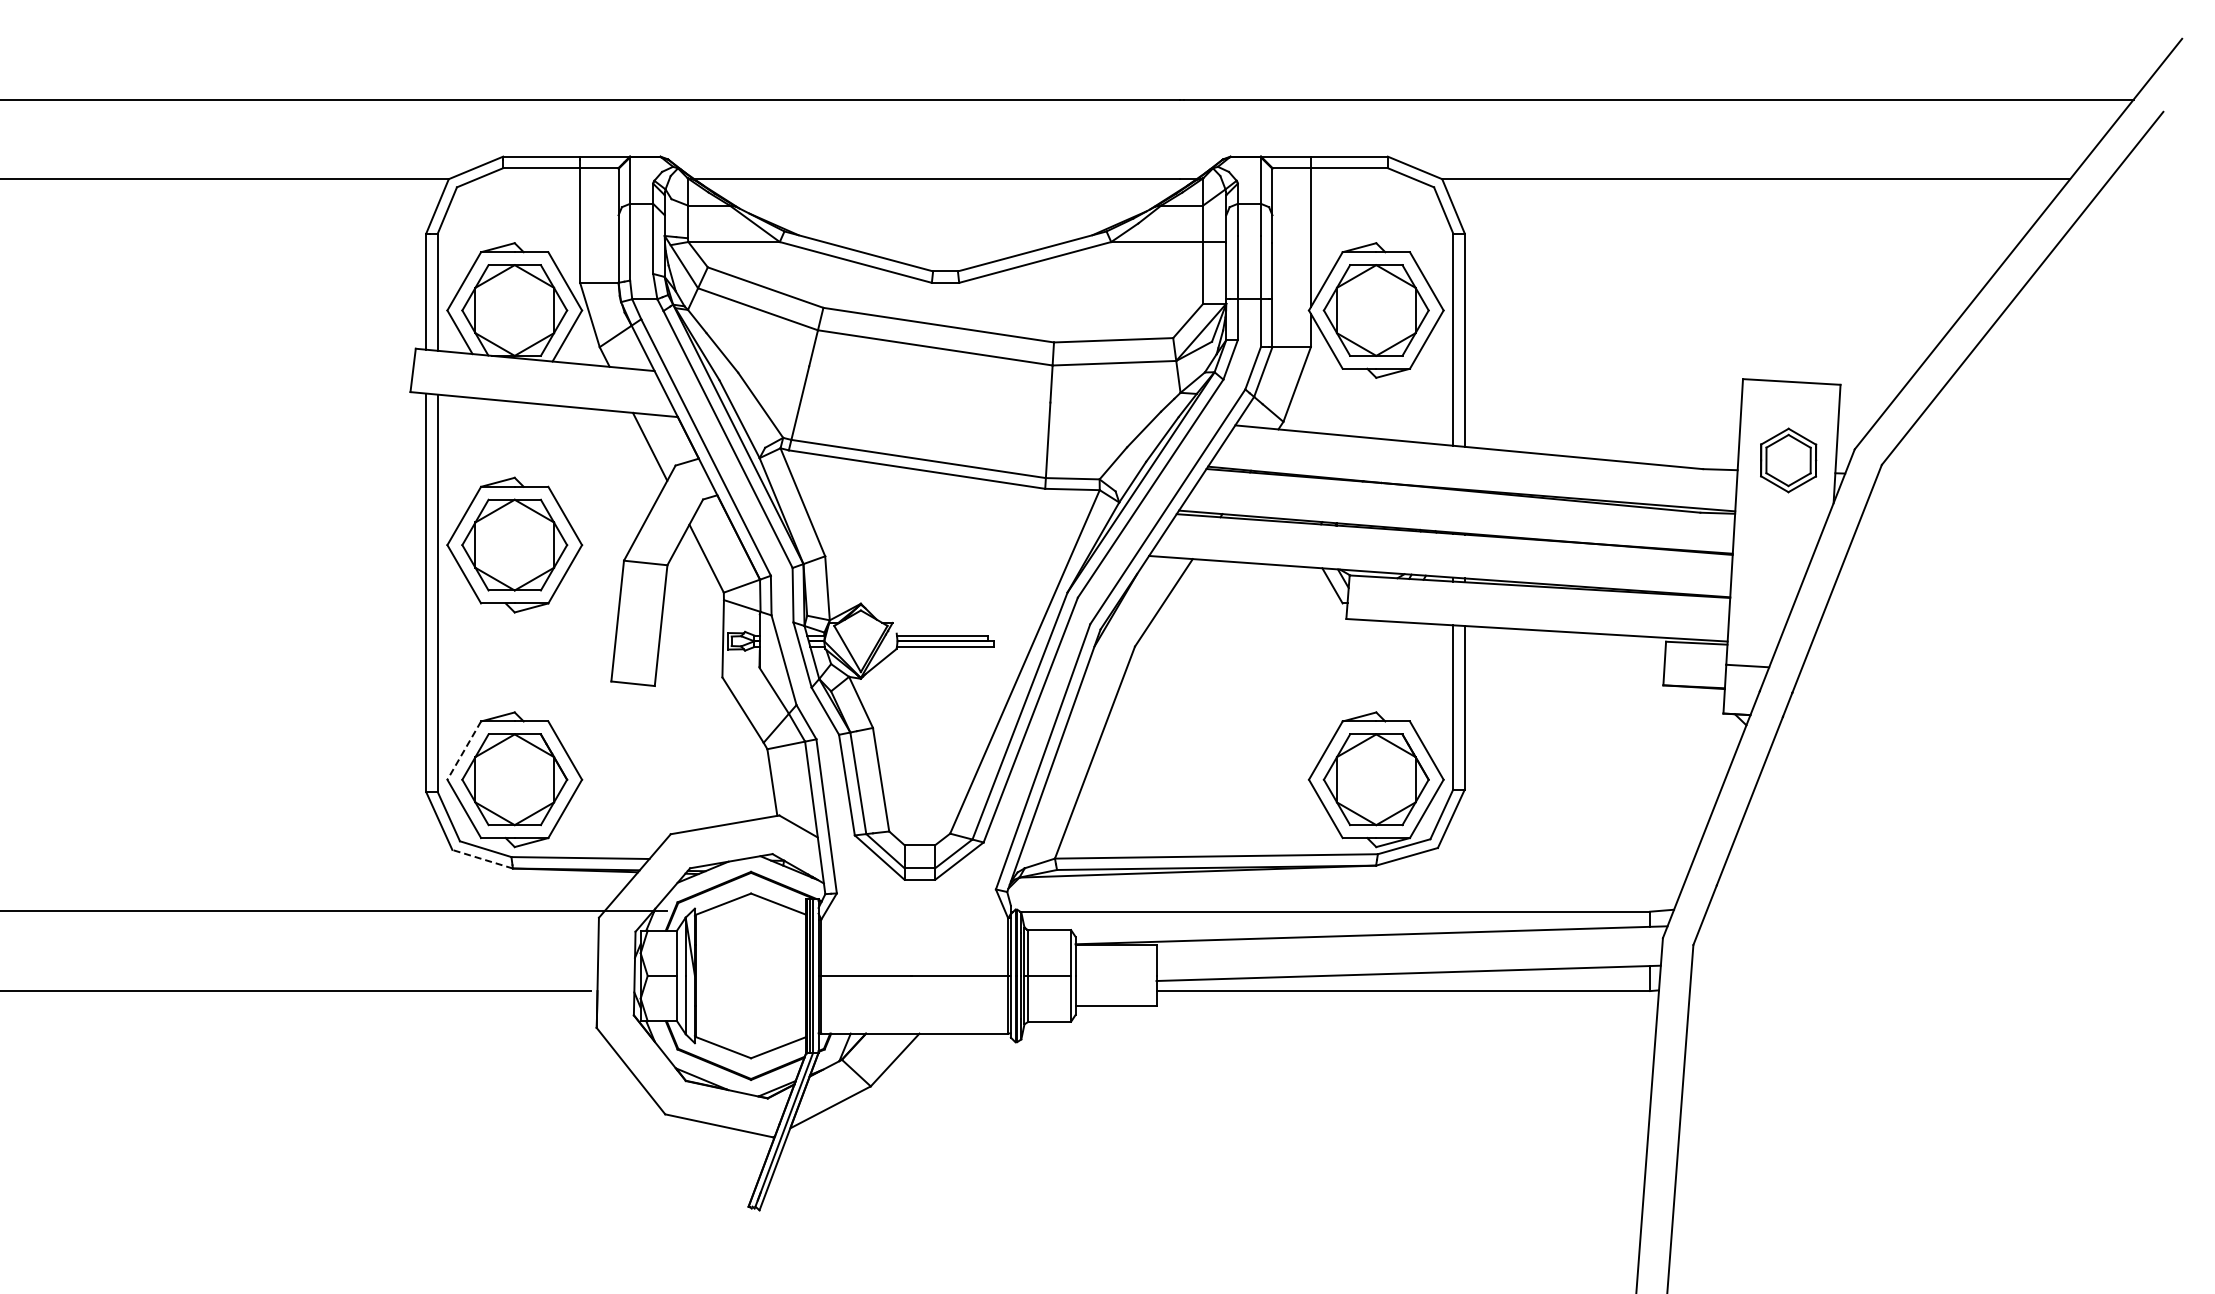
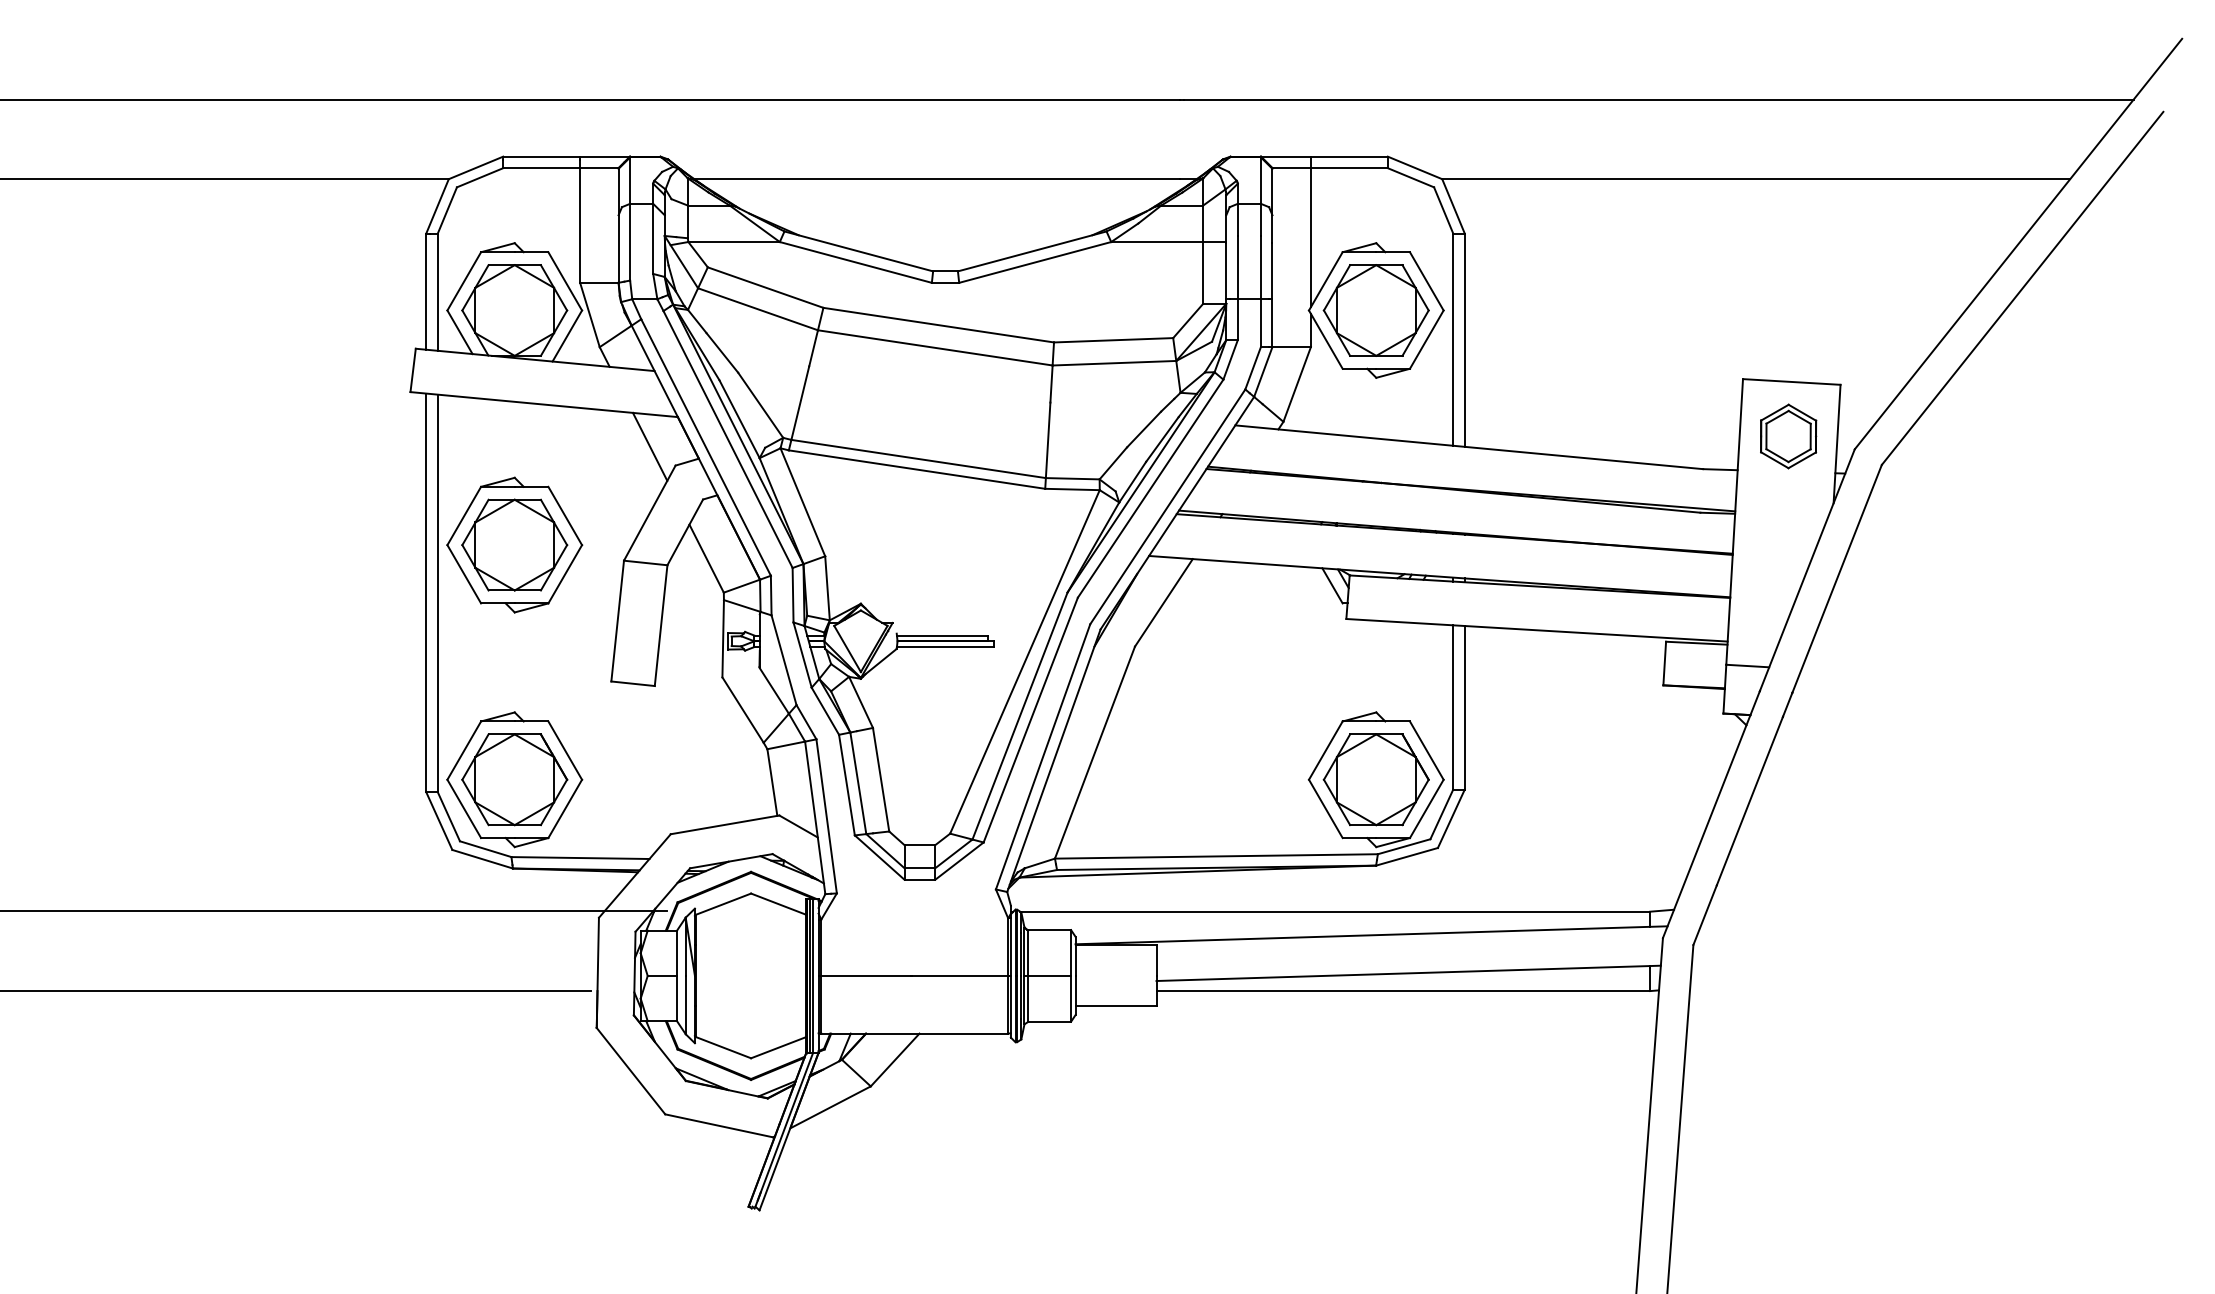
part at (1788, 460) position: (1788, 460) -> (1788, 436)
line at (464, 750): dashed -> solid
line at (482, 859): dashed -> solid
